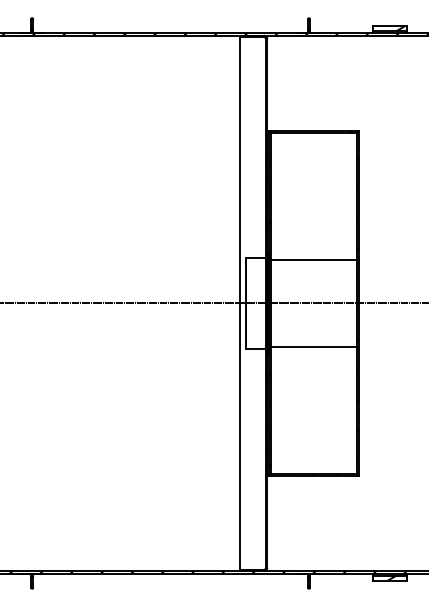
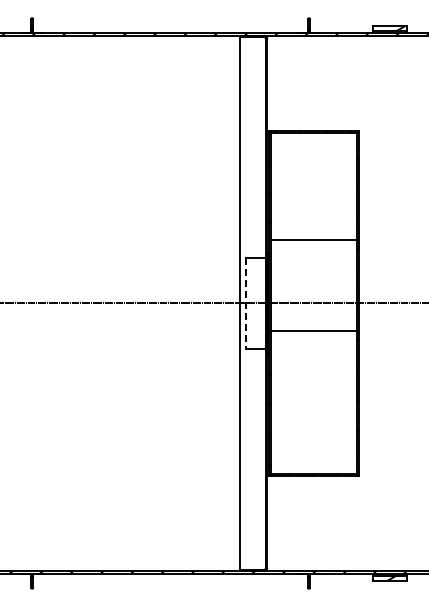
line at (313, 260) position: (313, 260) -> (313, 240)
line at (246, 303): solid -> dashed
line at (313, 346) position: (313, 346) -> (313, 330)
